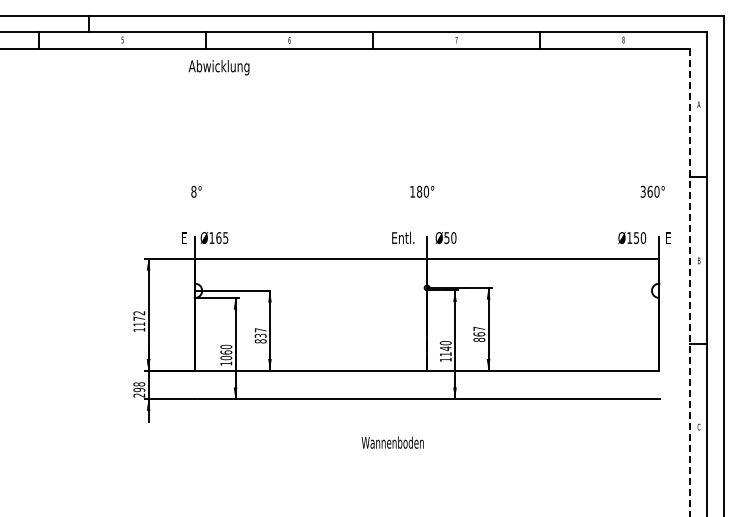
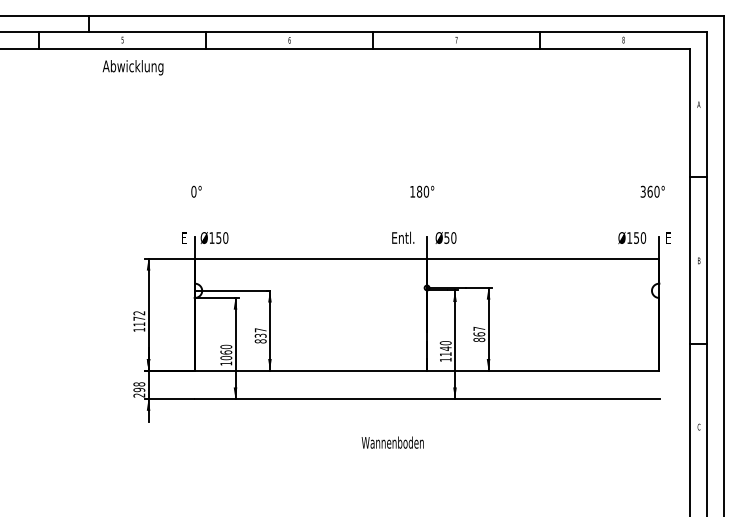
text at (218, 67) position: (218, 67) -> (132, 67)
text at (193, 191): 8° -> 0°
text at (222, 237): Ø165 -> Ø150
line at (690, 282): dashed -> solid
